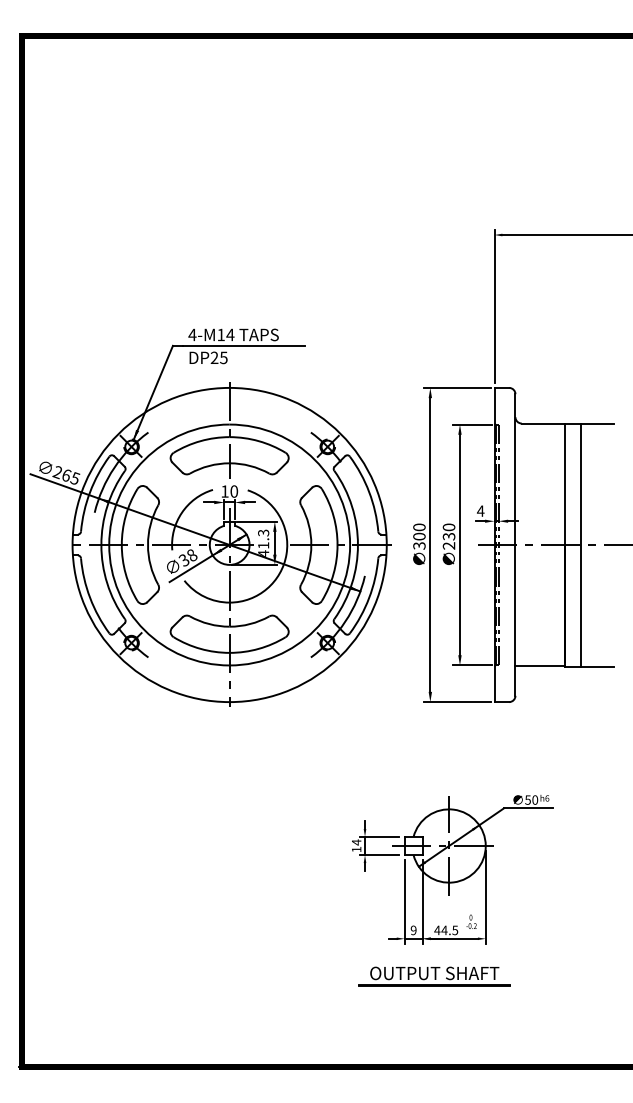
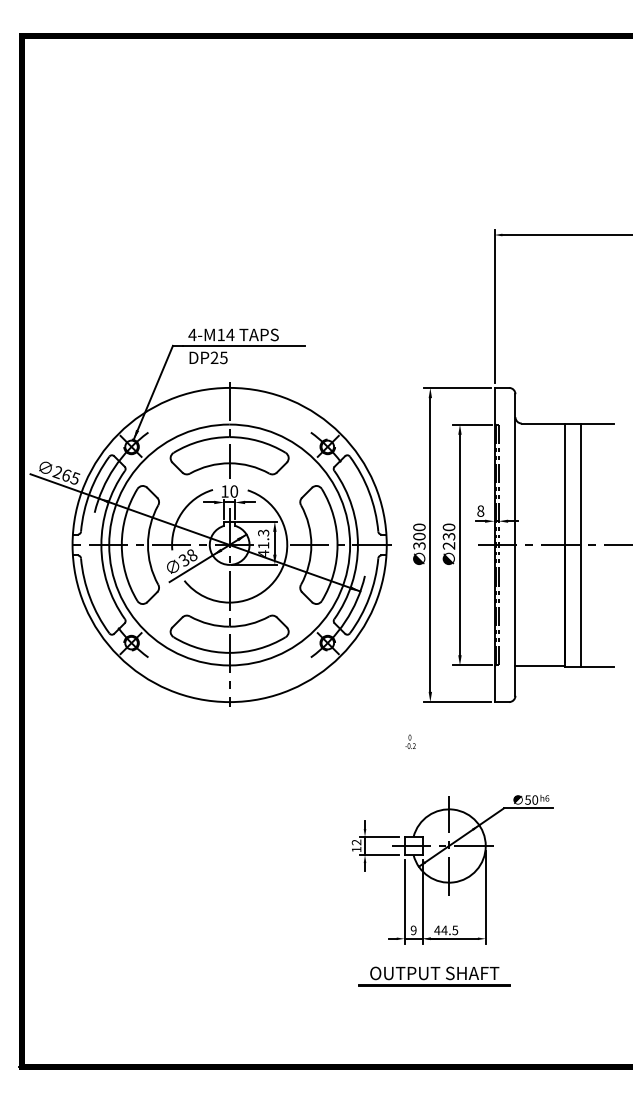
text at (480, 510): 4 -> 8
text at (356, 842): 14 -> 12
text at (471, 921) position: (471, 921) -> (410, 741)
